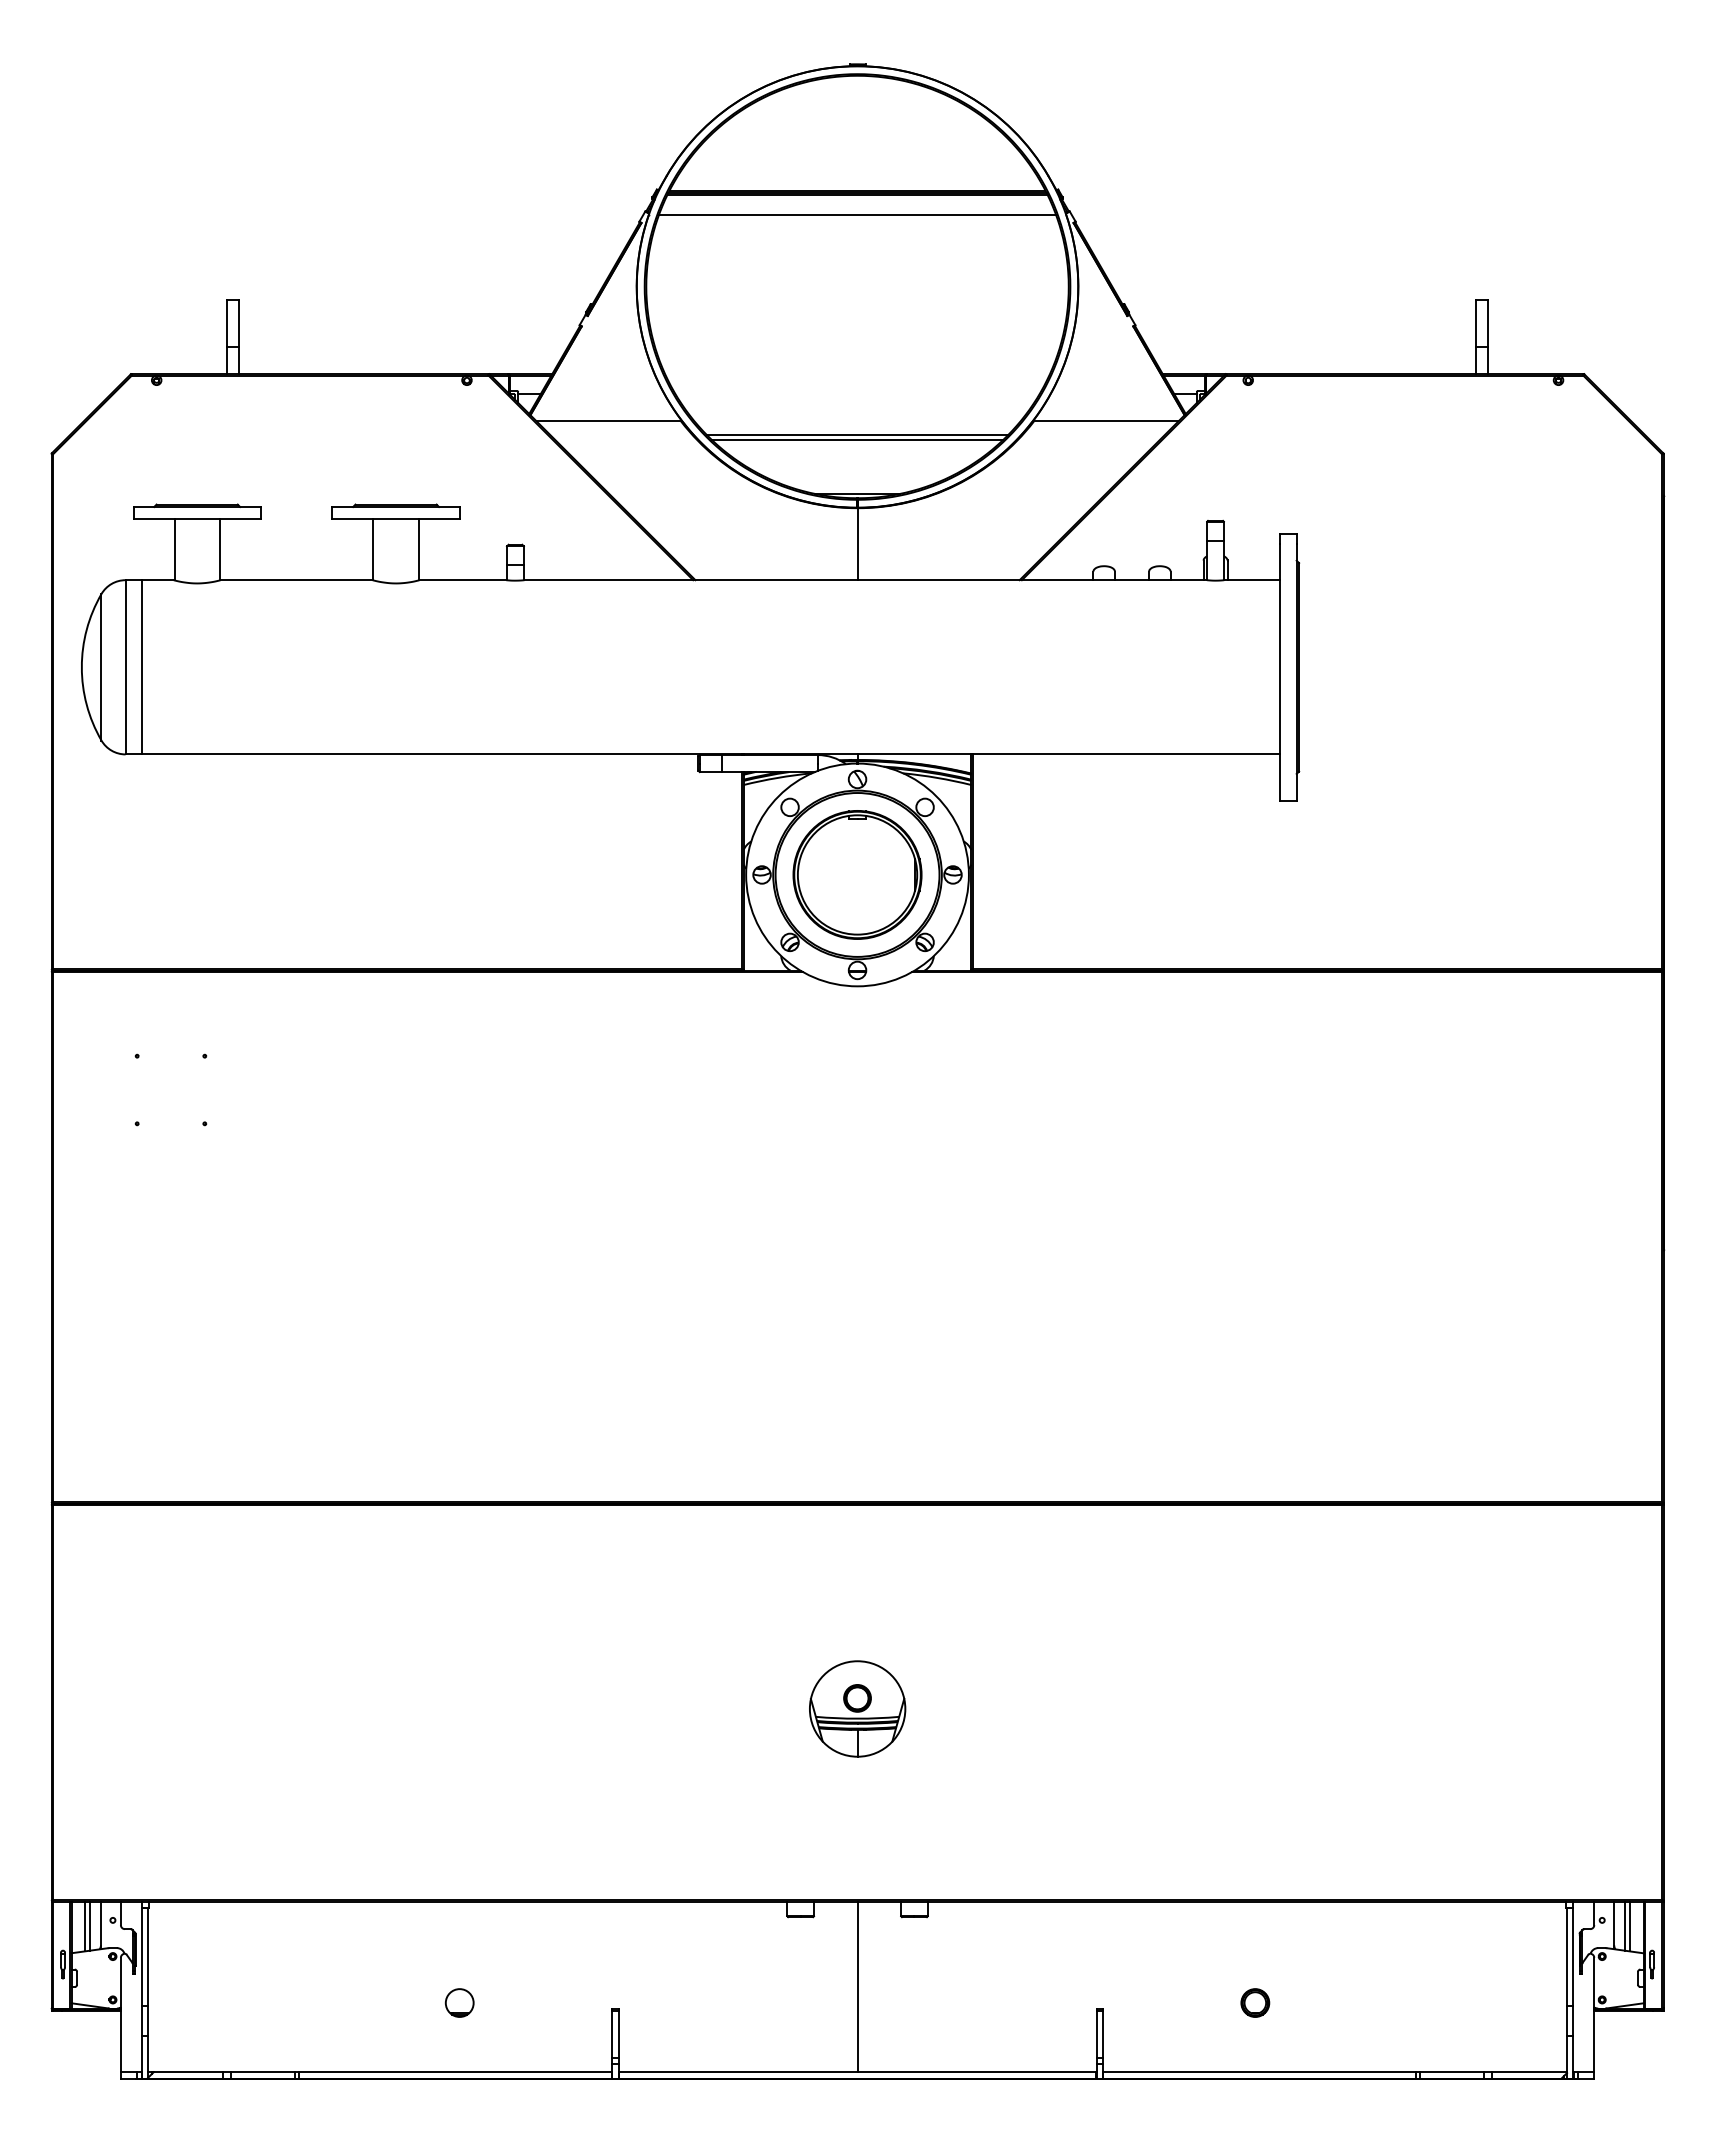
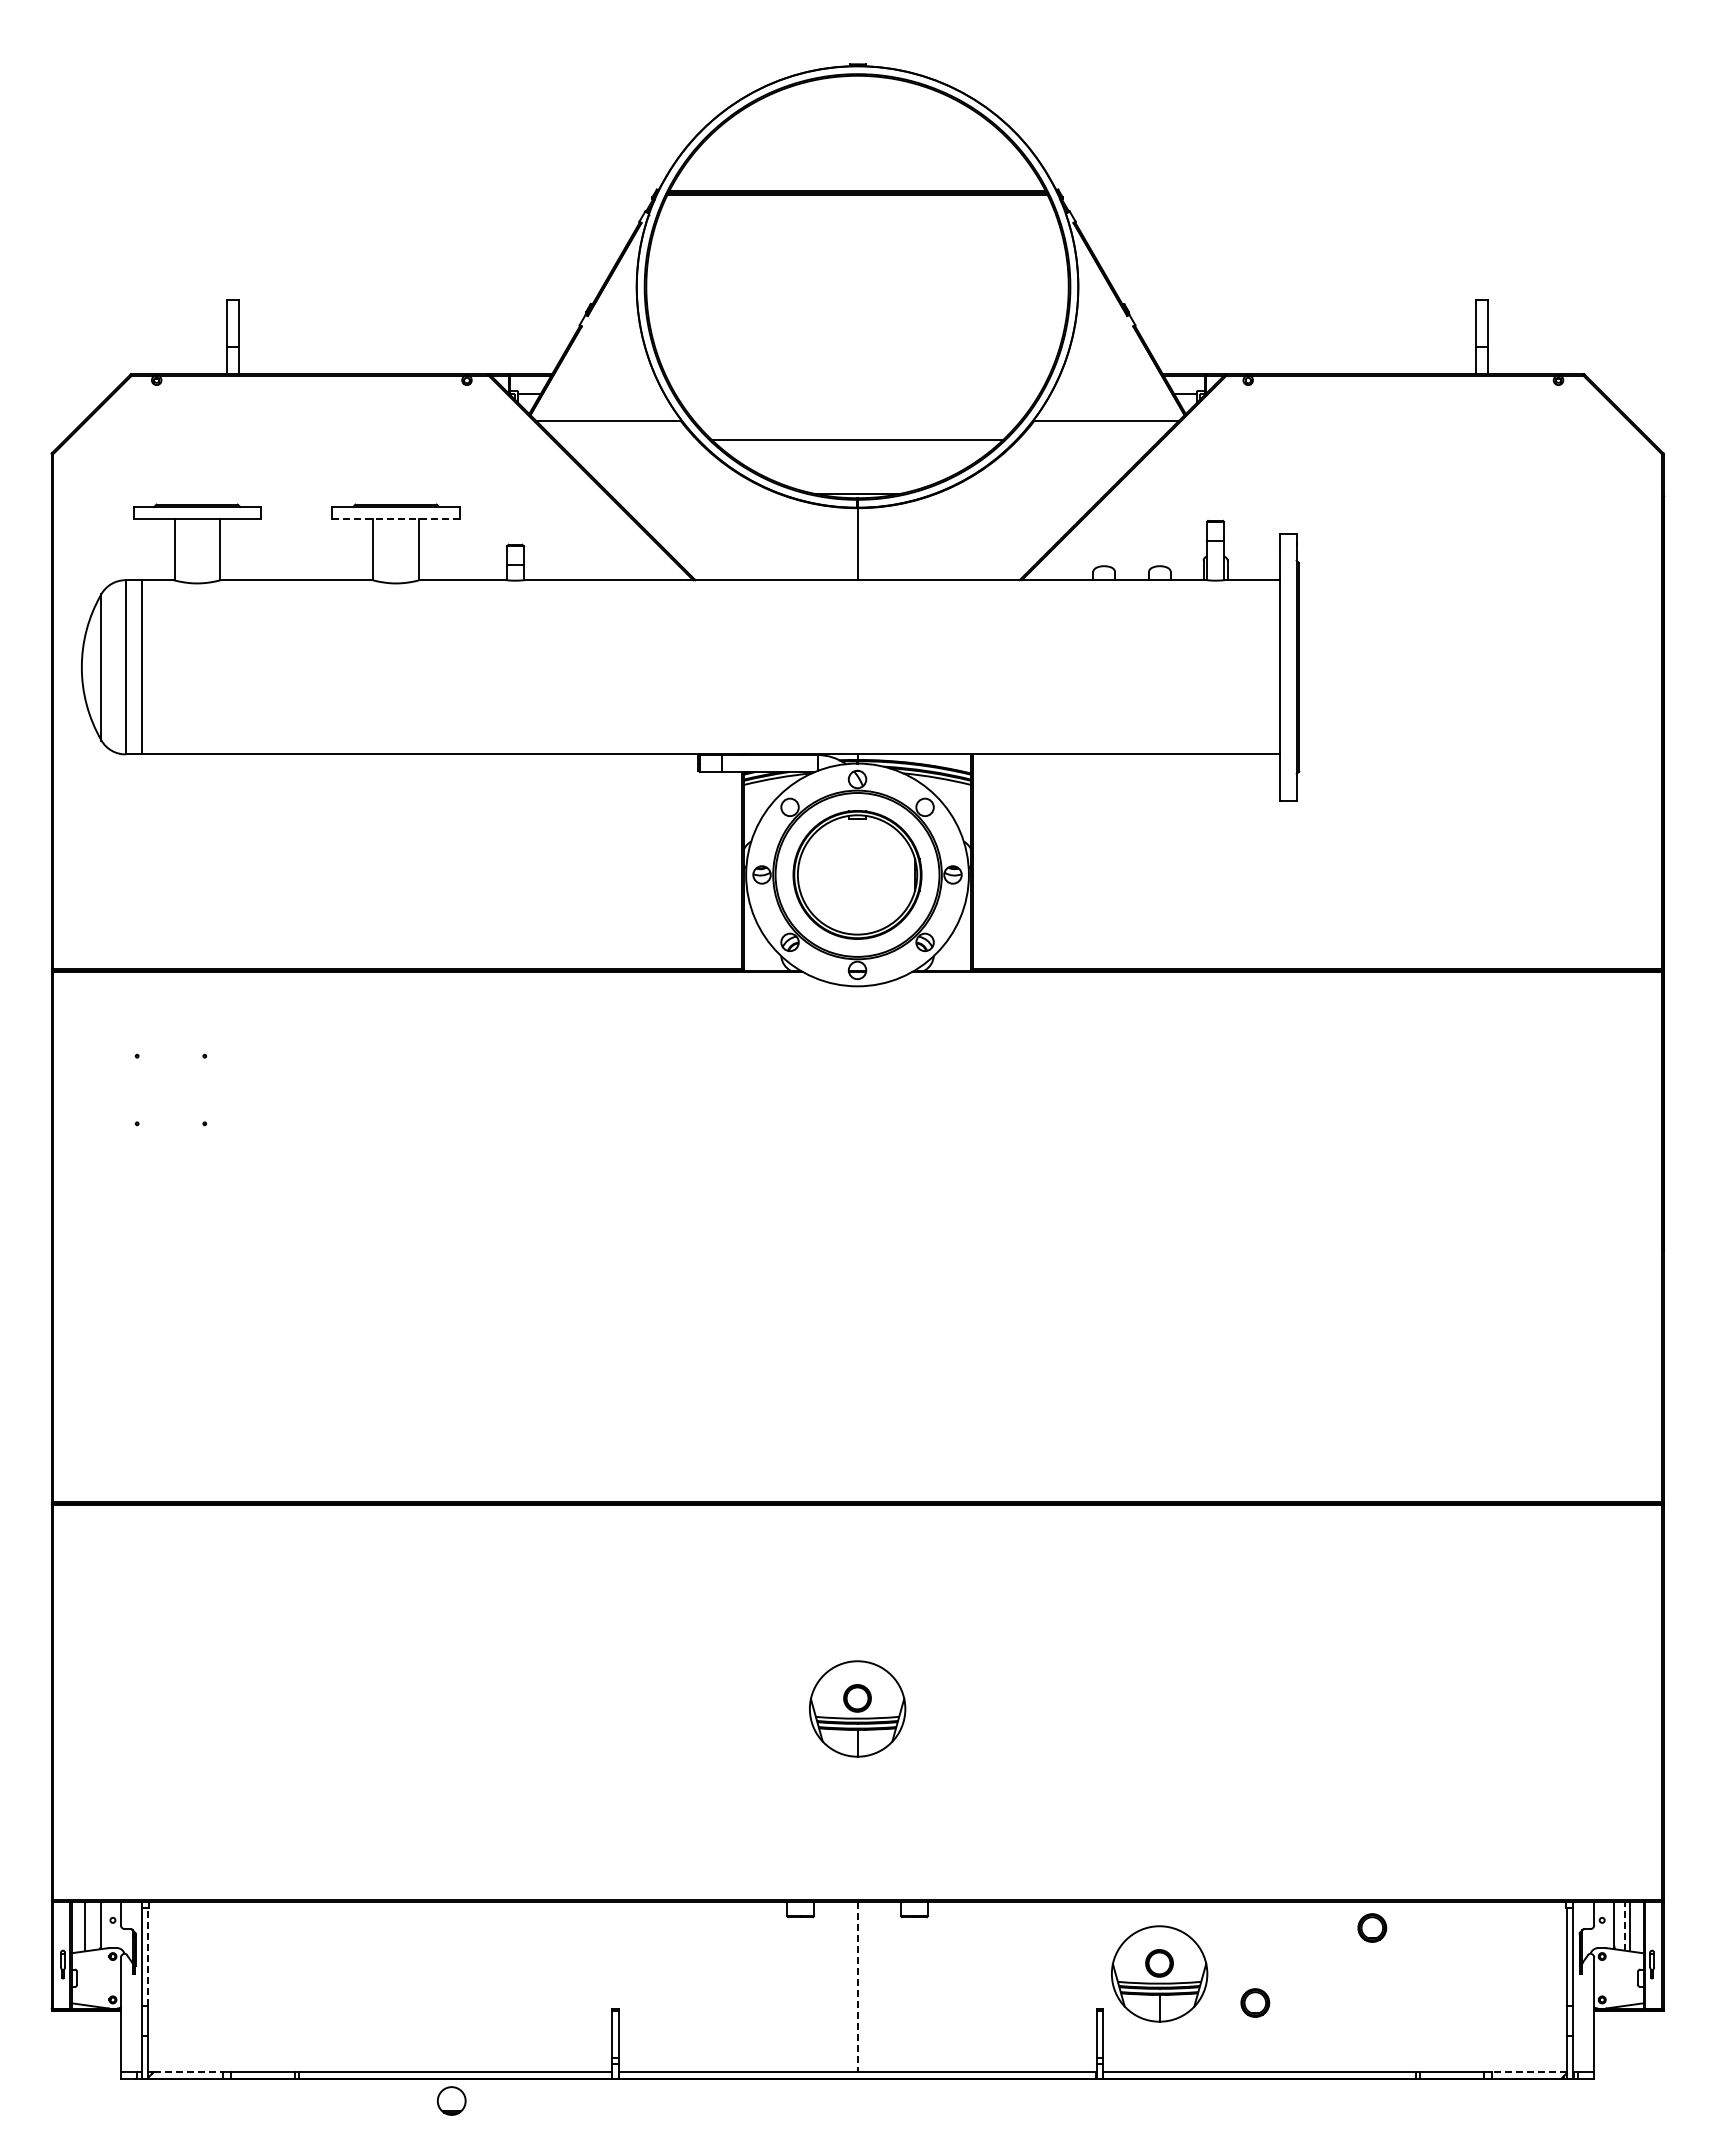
line at (857, 214): present -> none
line at (857, 435): present -> none
line at (396, 518): solid -> dashed
line at (89, 1925): present -> none
line at (1625, 1926): solid -> dashed
part at (1372, 1927): none -> present
line at (148, 1956): solid -> dashed
part at (1159, 1973): none -> present
line at (857, 1987): solid -> dashed
part at (459, 2002) position: (459, 2002) -> (451, 2100)
line at (188, 2072): solid -> dashed
line at (1529, 2072): solid -> dashed
